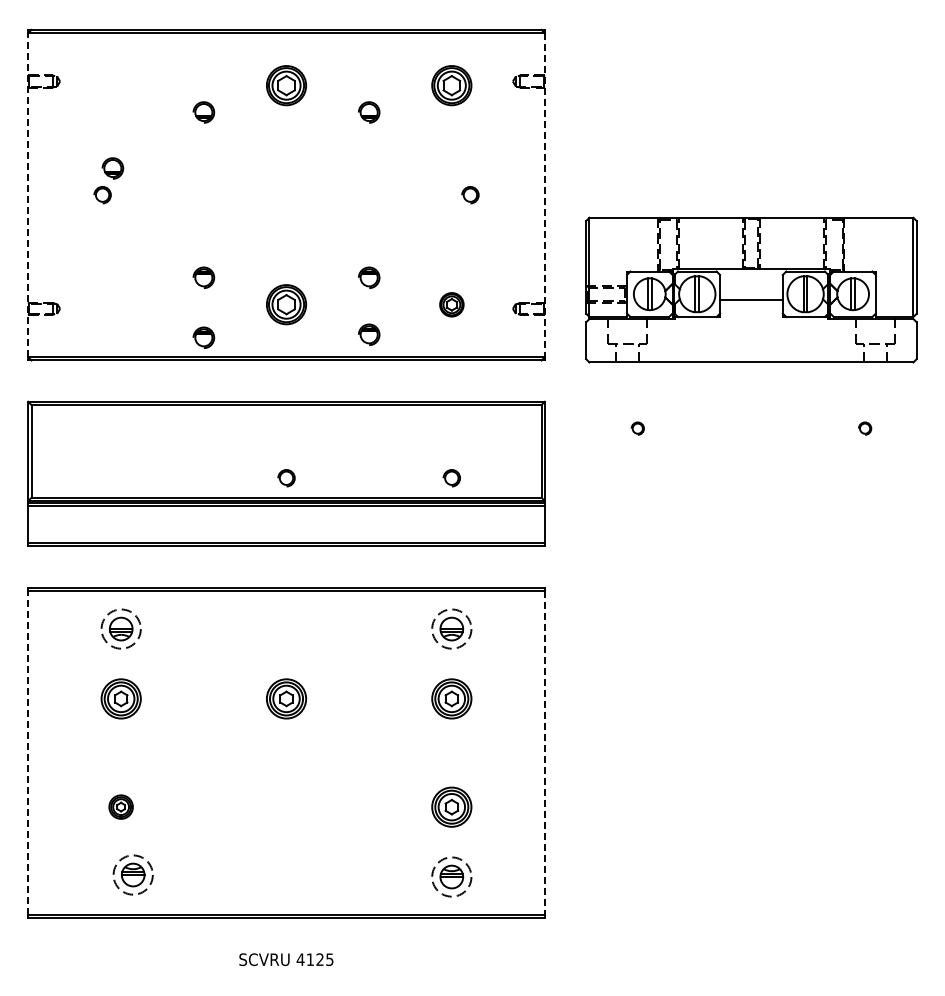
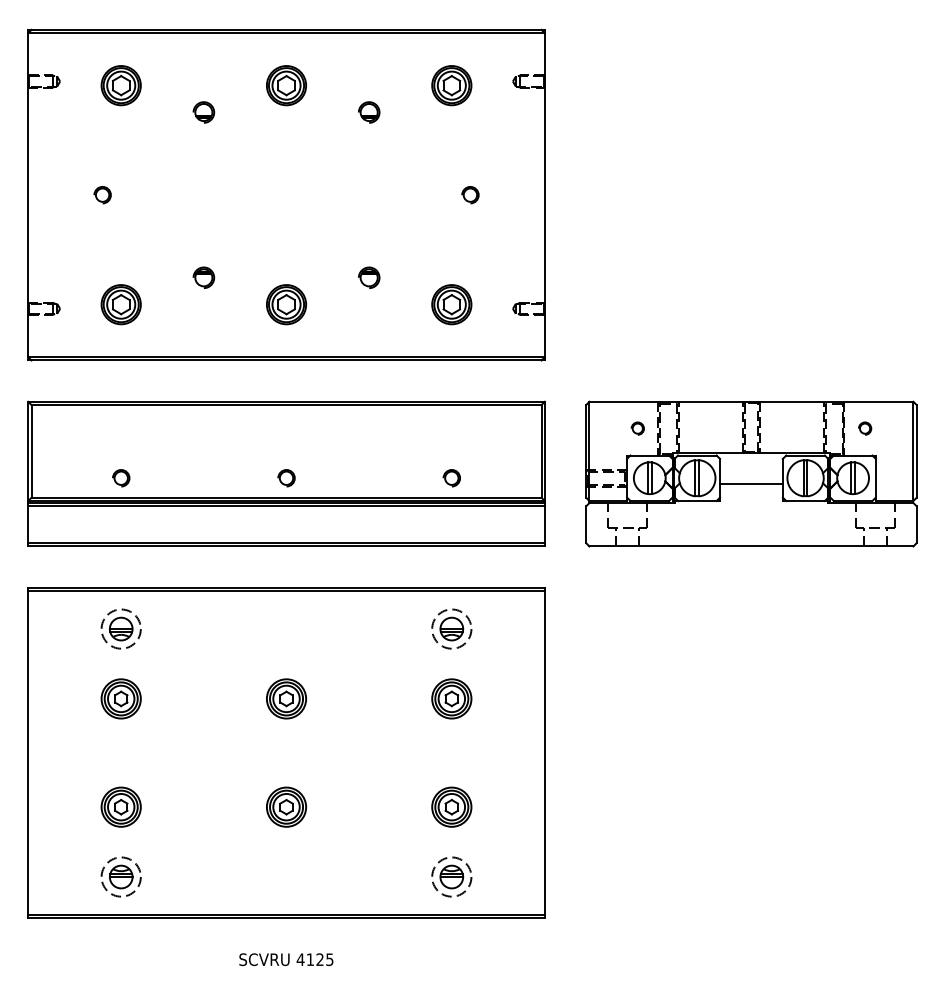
part at (120, 85): none -> present
part at (112, 168): present -> none
line at (28, 195): dashed -> solid
line at (544, 195): dashed -> solid
part at (751, 289) position: (751, 289) -> (751, 473)
part at (120, 304): none -> present
part at (451, 304) size: 26x26 px -> 42x42 px
part at (369, 334): present -> none
part at (203, 337): present -> none
part at (121, 478): none -> present
line at (28, 753): dashed -> solid
line at (544, 753): dashed -> solid
part at (120, 806) size: 26x26 px -> 42x42 px
part at (286, 806): none -> present
part at (132, 874) position: (132, 874) -> (120, 876)
